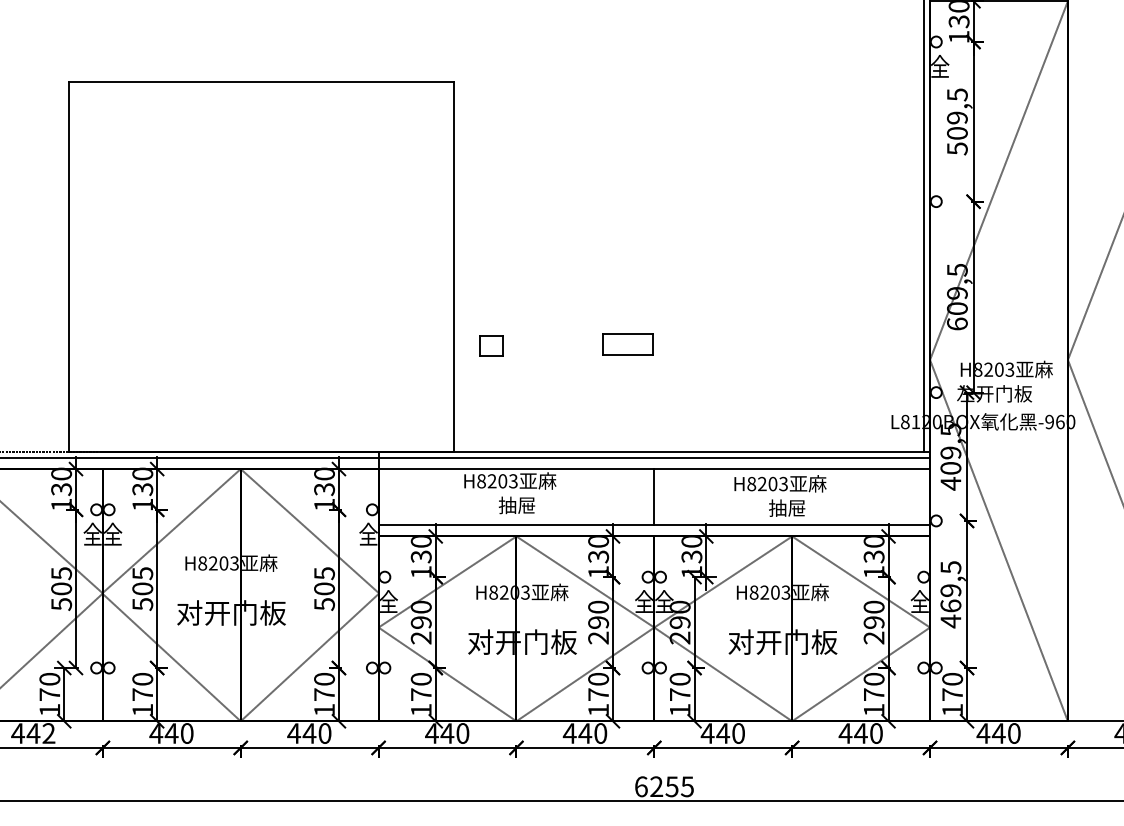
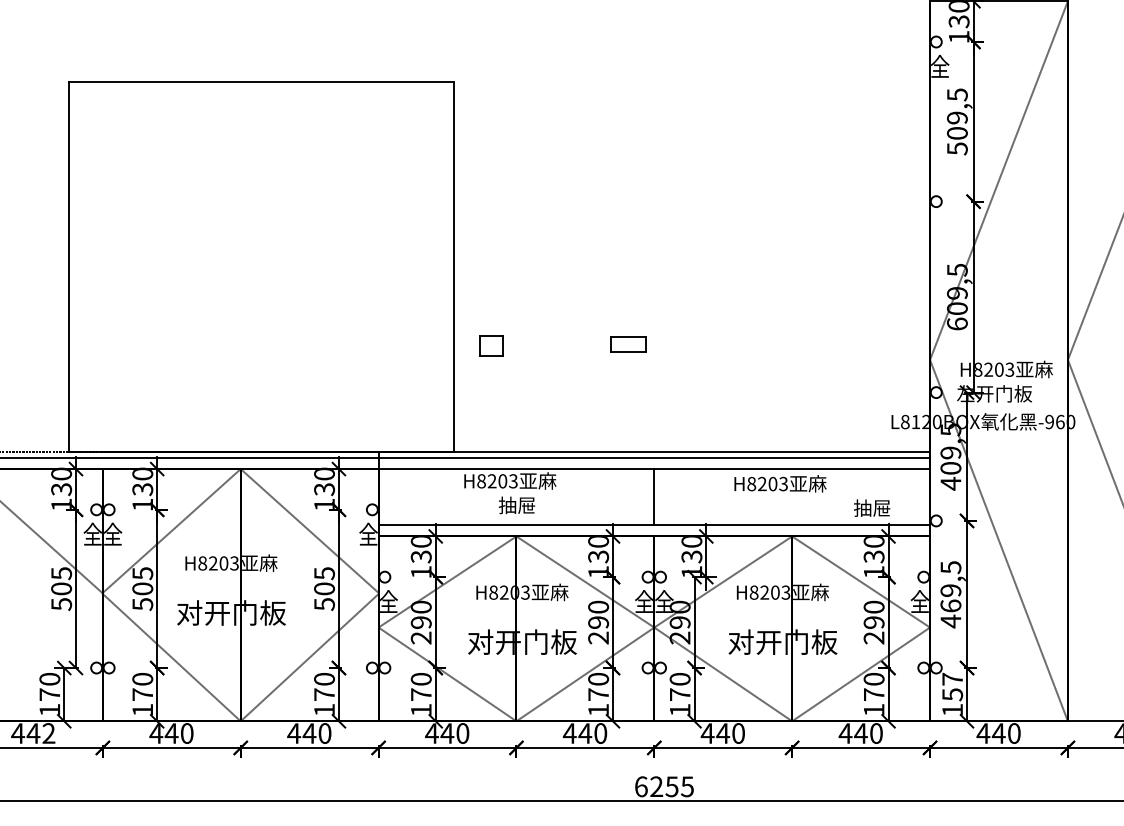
line at (923, 226): present -> none
part at (627, 344) size: 52x23 px -> 37x17 px
text at (787, 507) position: (787, 507) -> (872, 507)
line at (52, 639): present -> none
text at (952, 686): 170 -> 157
